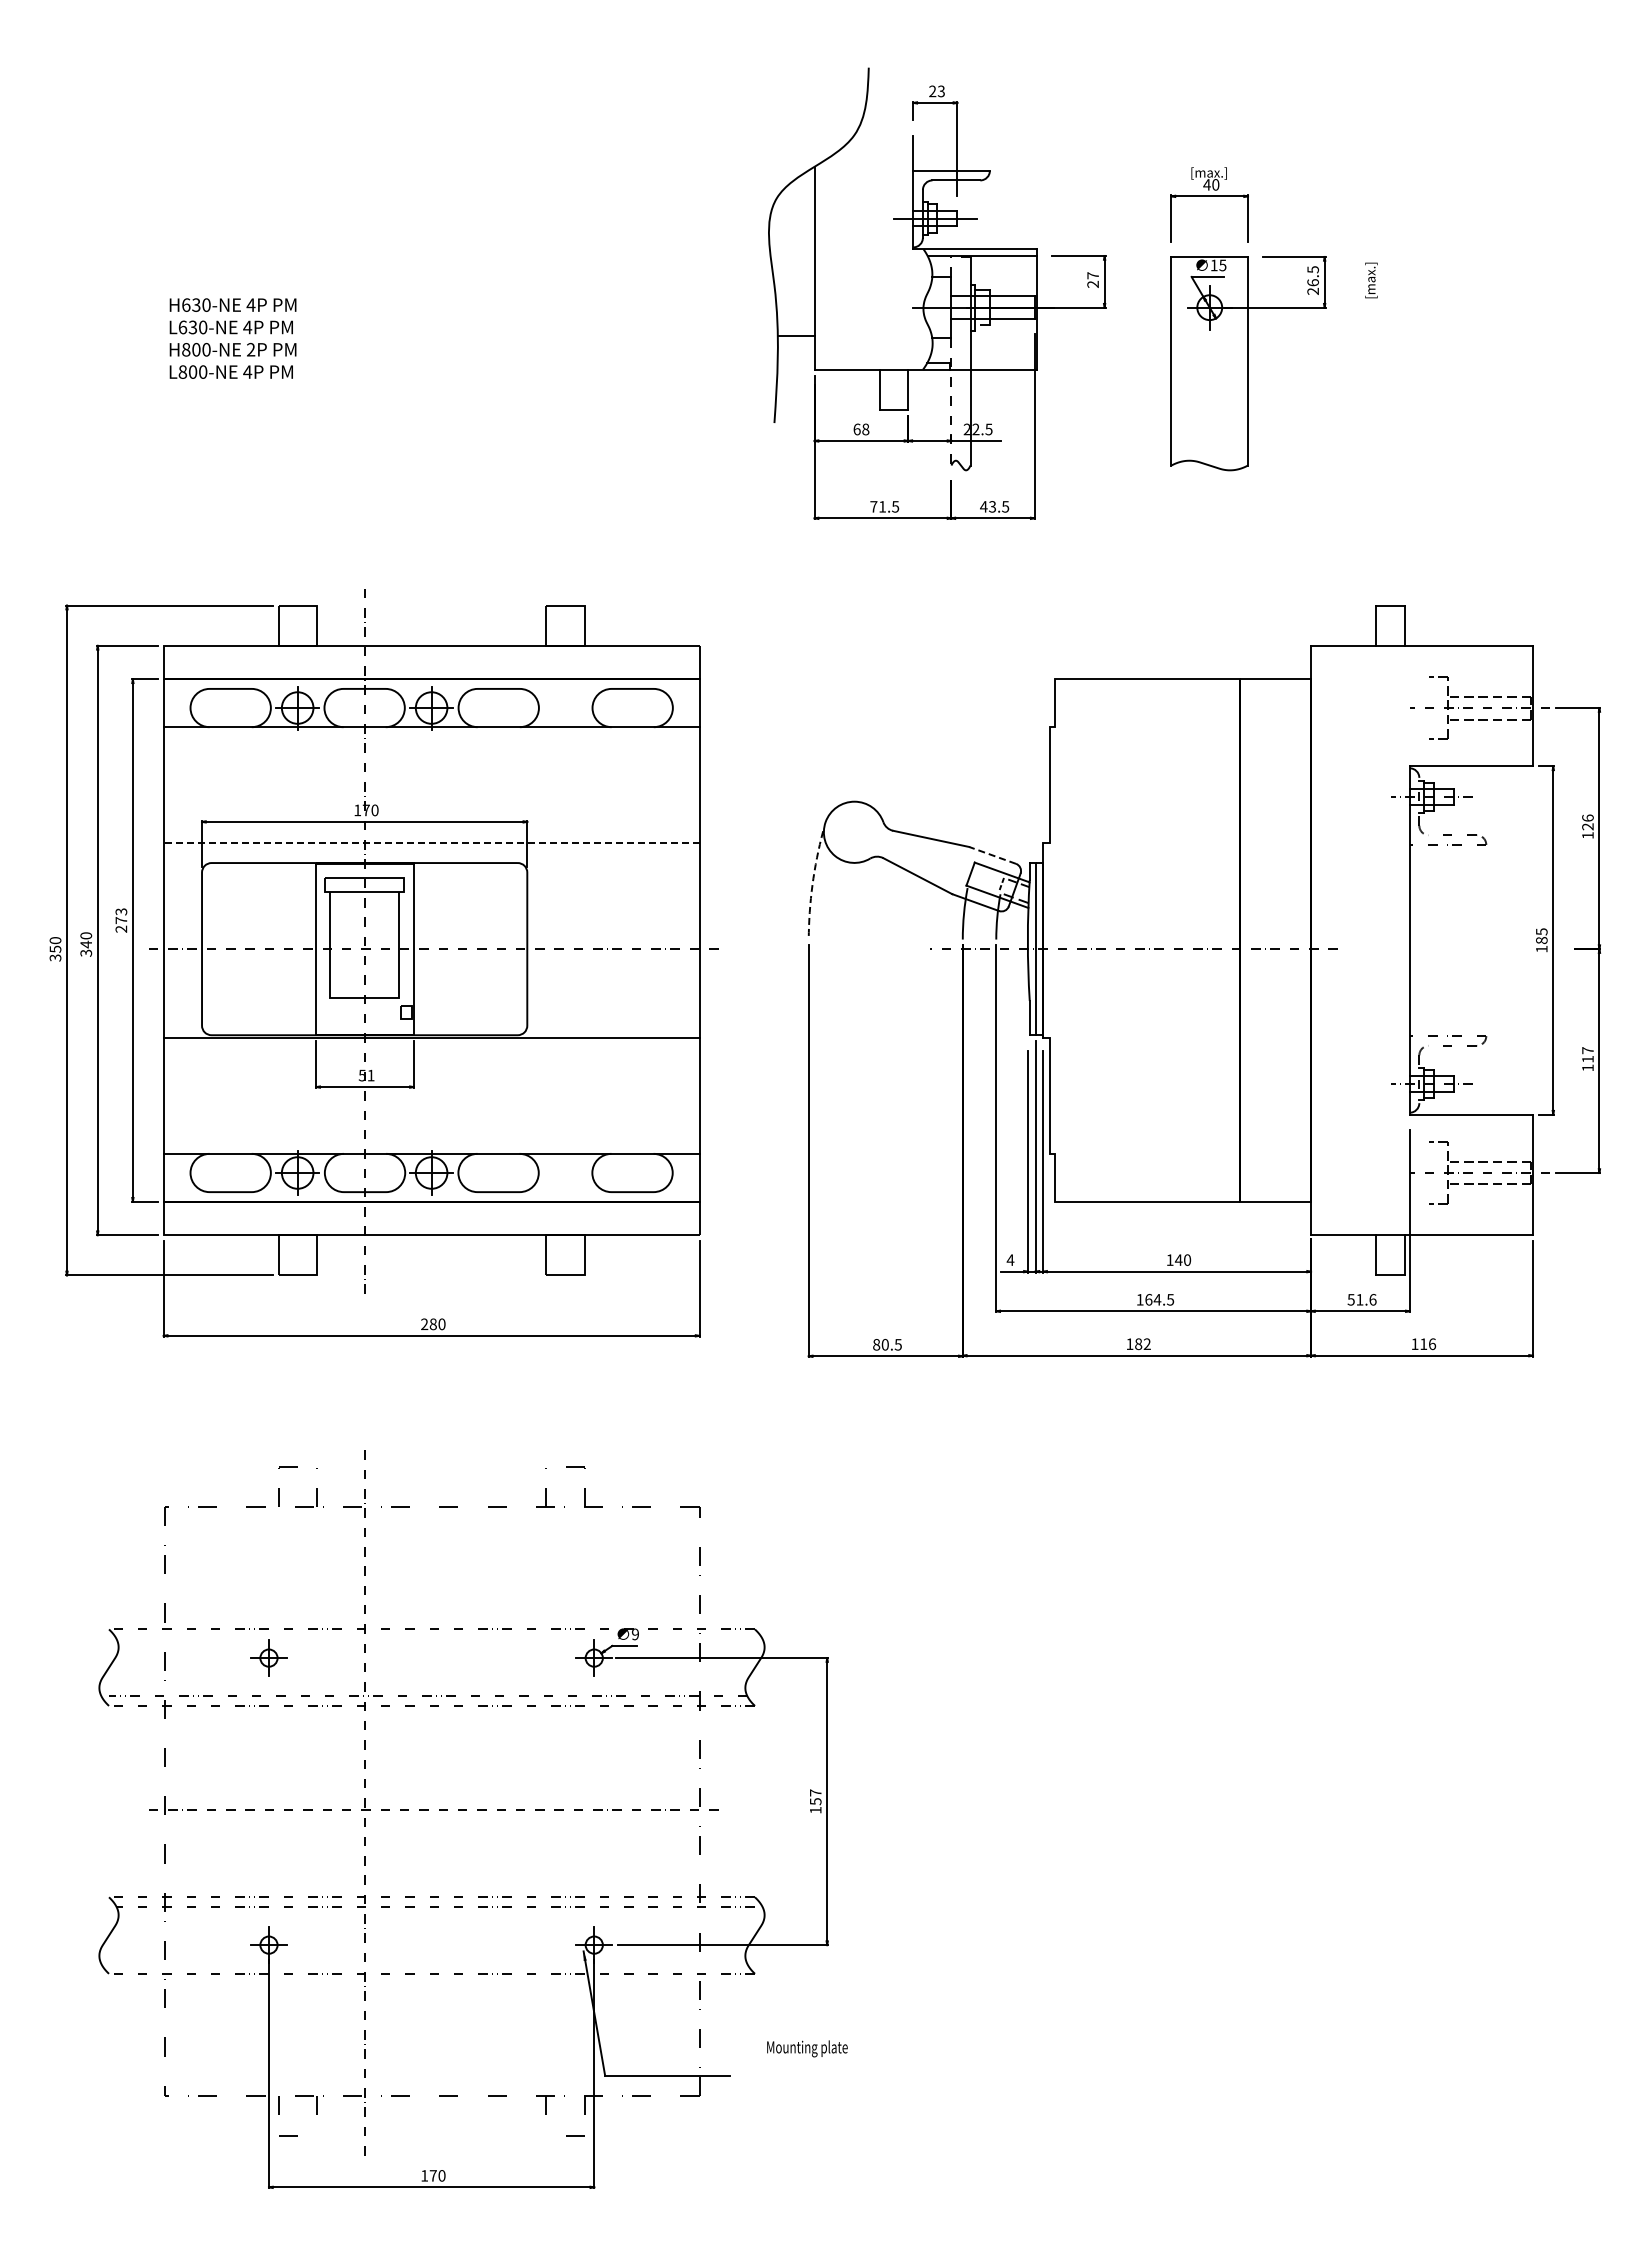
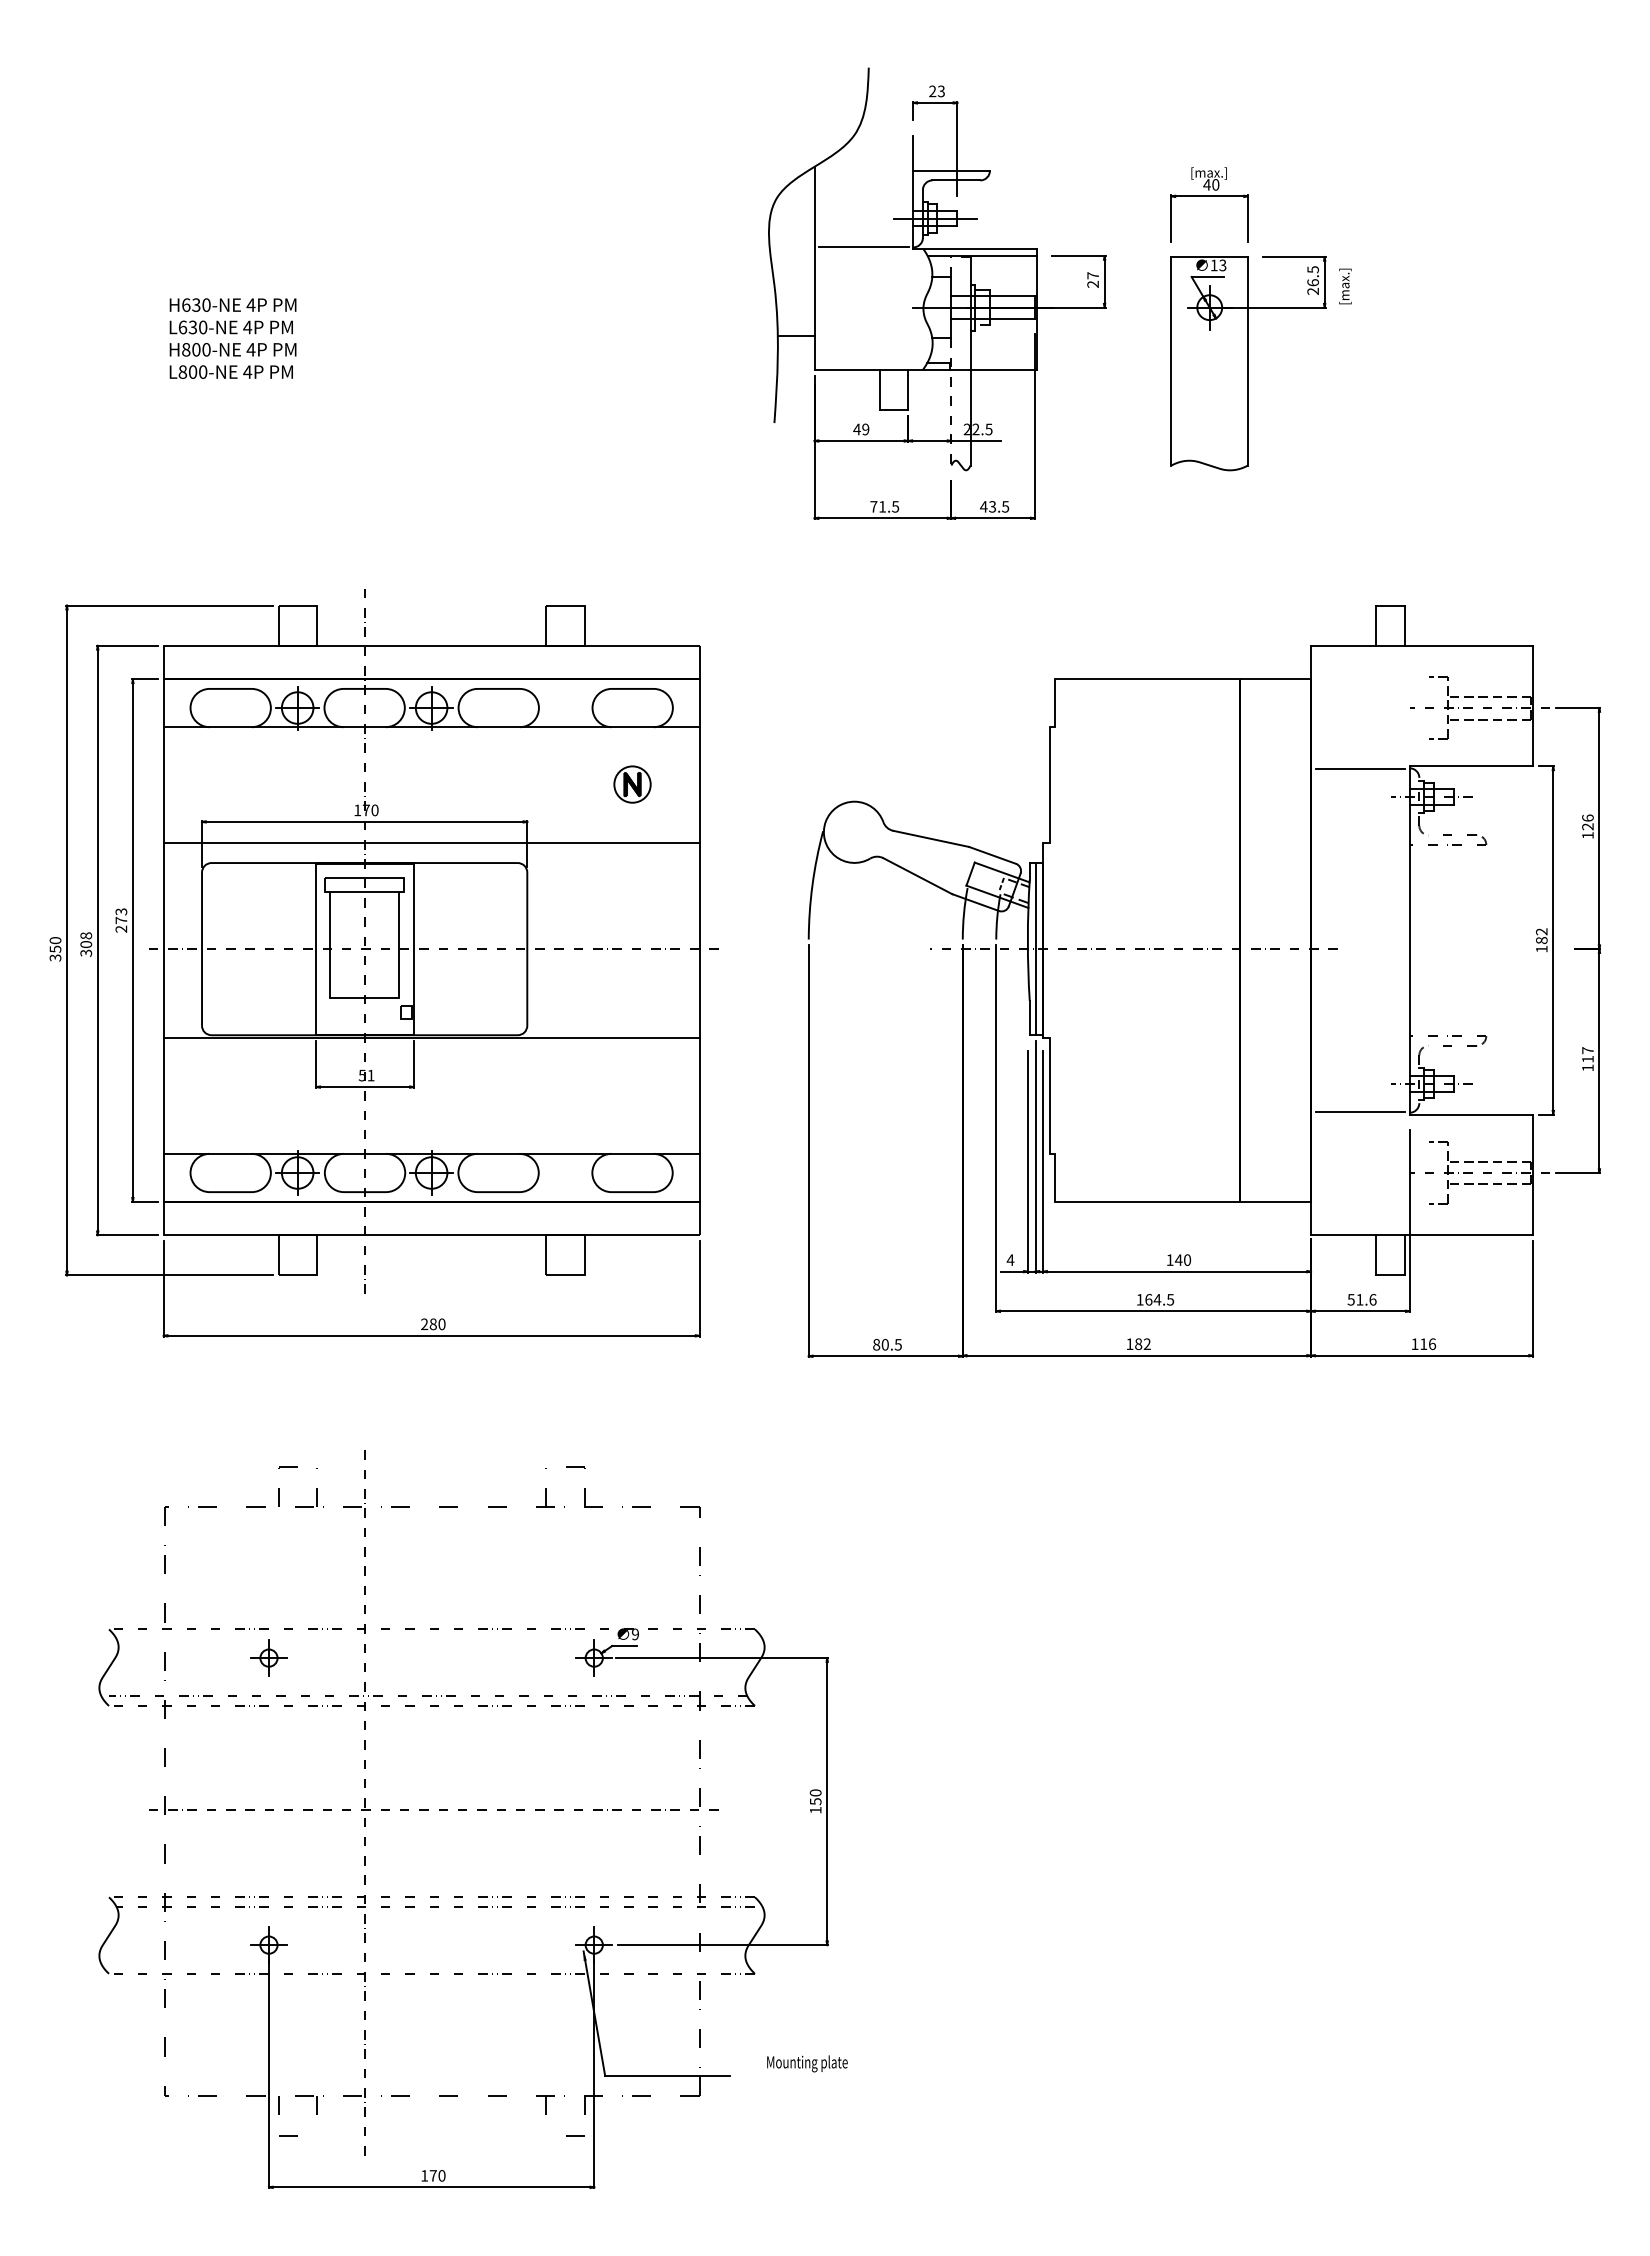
line at (863, 246): none -> present
text at (1222, 264): 15 -> 13
text at (1371, 280) position: (1371, 280) -> (1345, 286)
text at (250, 349): 2P -> 4P
text at (861, 429): 68 -> 49
line at (1359, 768): none -> present
part at (632, 784): none -> present
line at (431, 842): dashed -> solid
line at (992, 855): dashed -> solid
arc at (812, 884): dashed -> solid
text at (1541, 931): 185 -> 182
text at (86, 940): 340 -> 308
line at (1359, 1112): none -> present
text at (815, 1792): 157 -> 150
text at (807, 2048) position: (807, 2048) -> (807, 2063)
